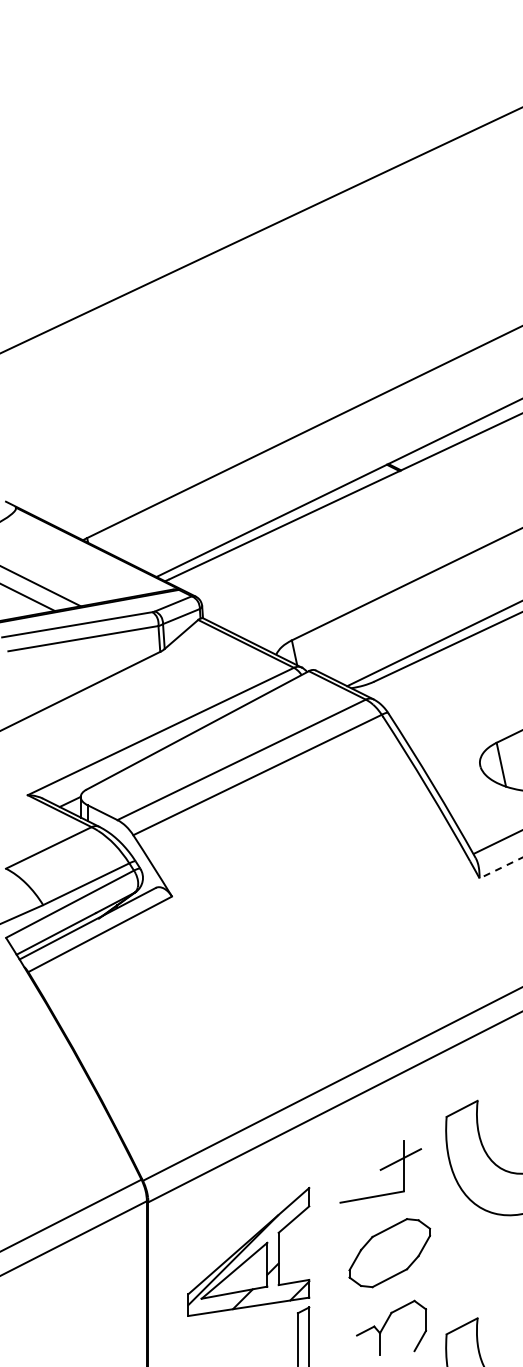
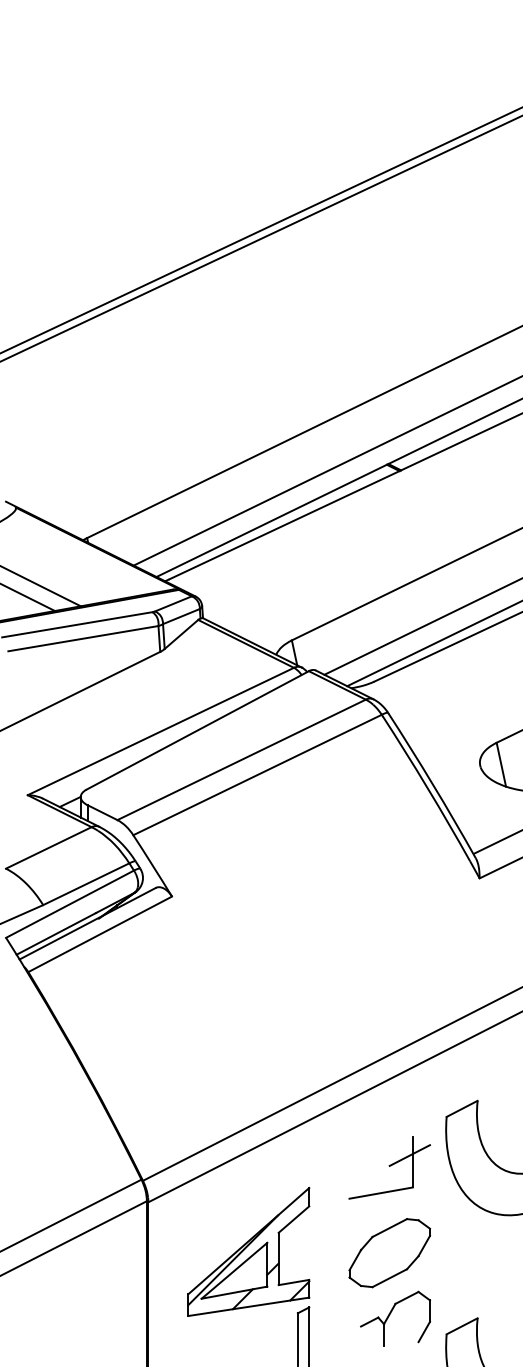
line at (260, 238): none -> present
line at (326, 471): none -> present
line at (421, 626): none -> present
line at (501, 867): dashed -> solid
part at (380, 1171) position: (380, 1171) -> (389, 1167)
part at (385, 1325) position: (385, 1325) -> (389, 1316)
